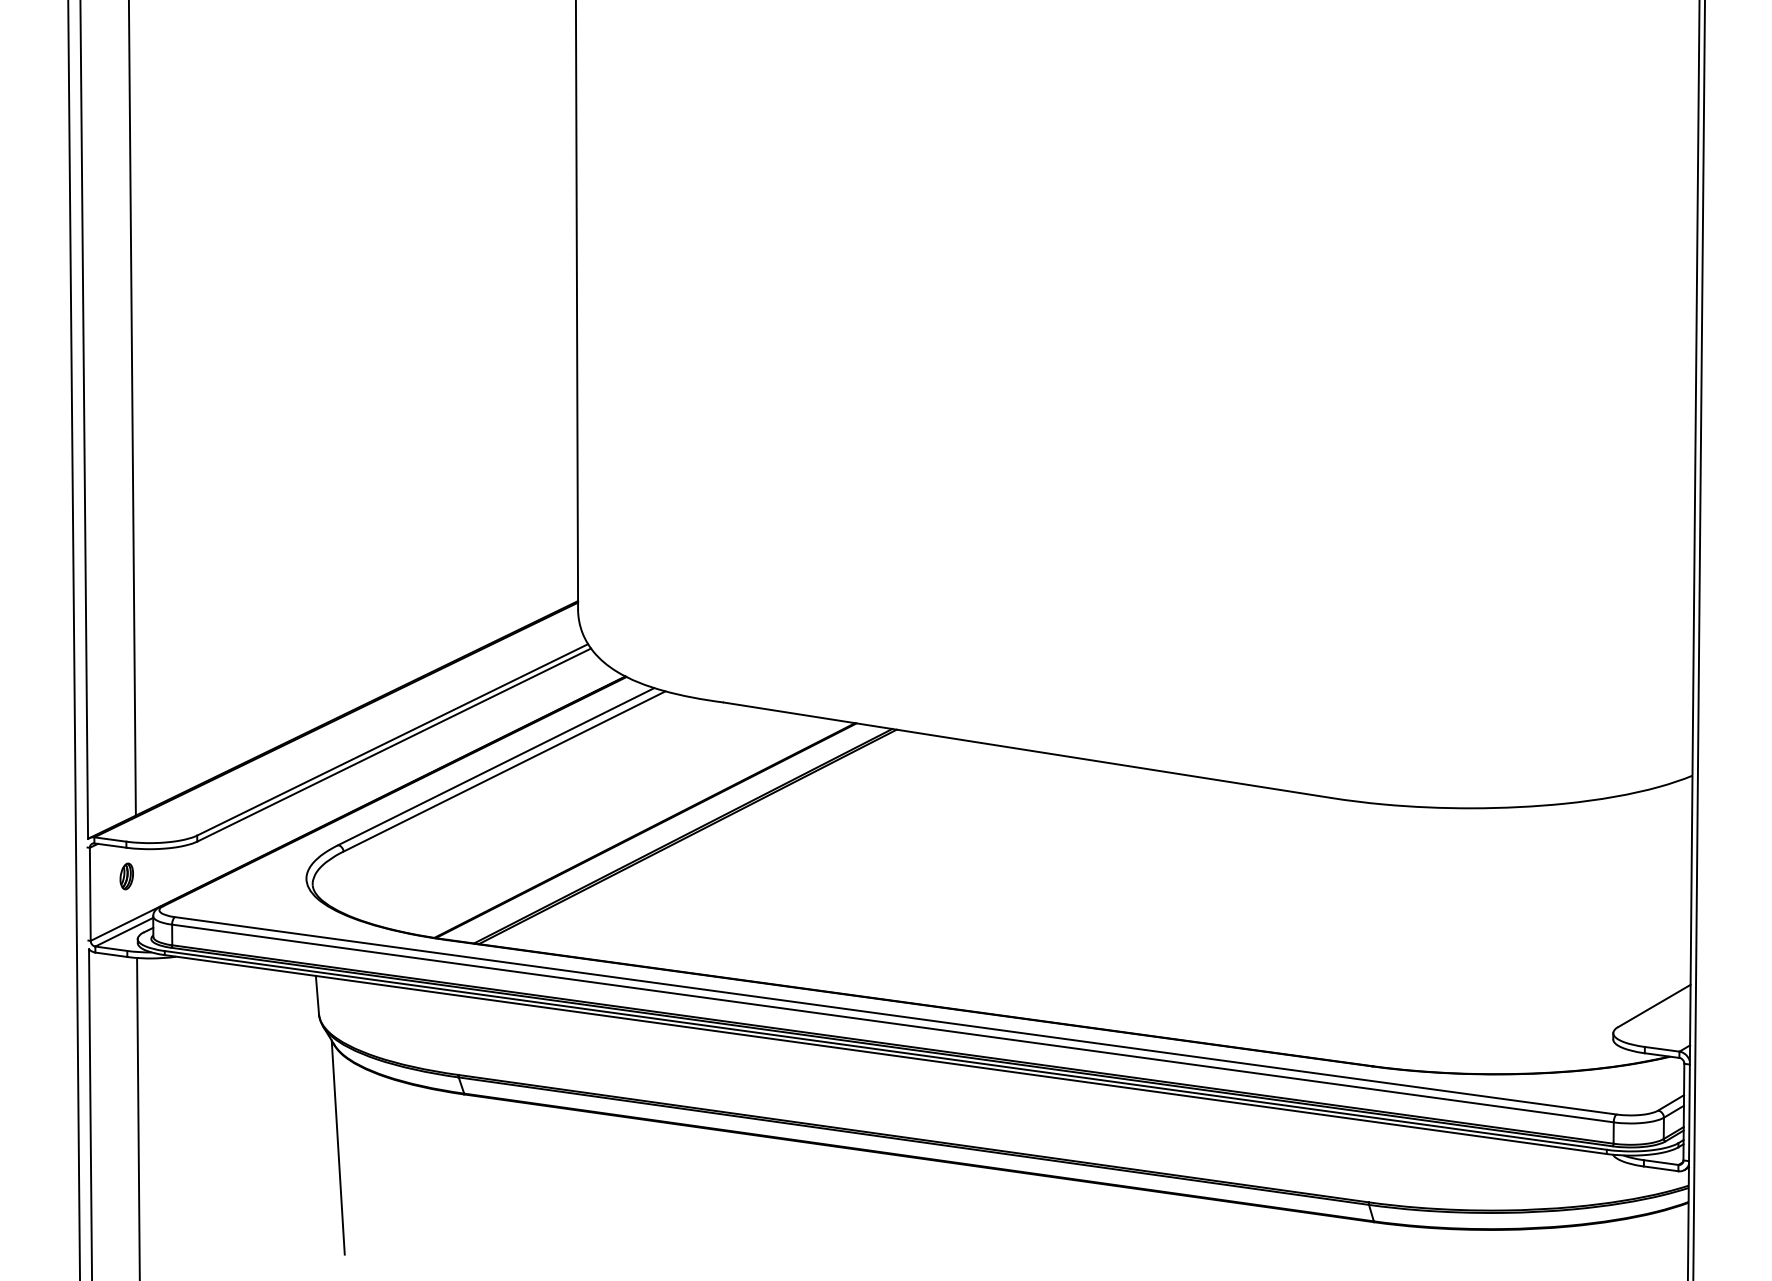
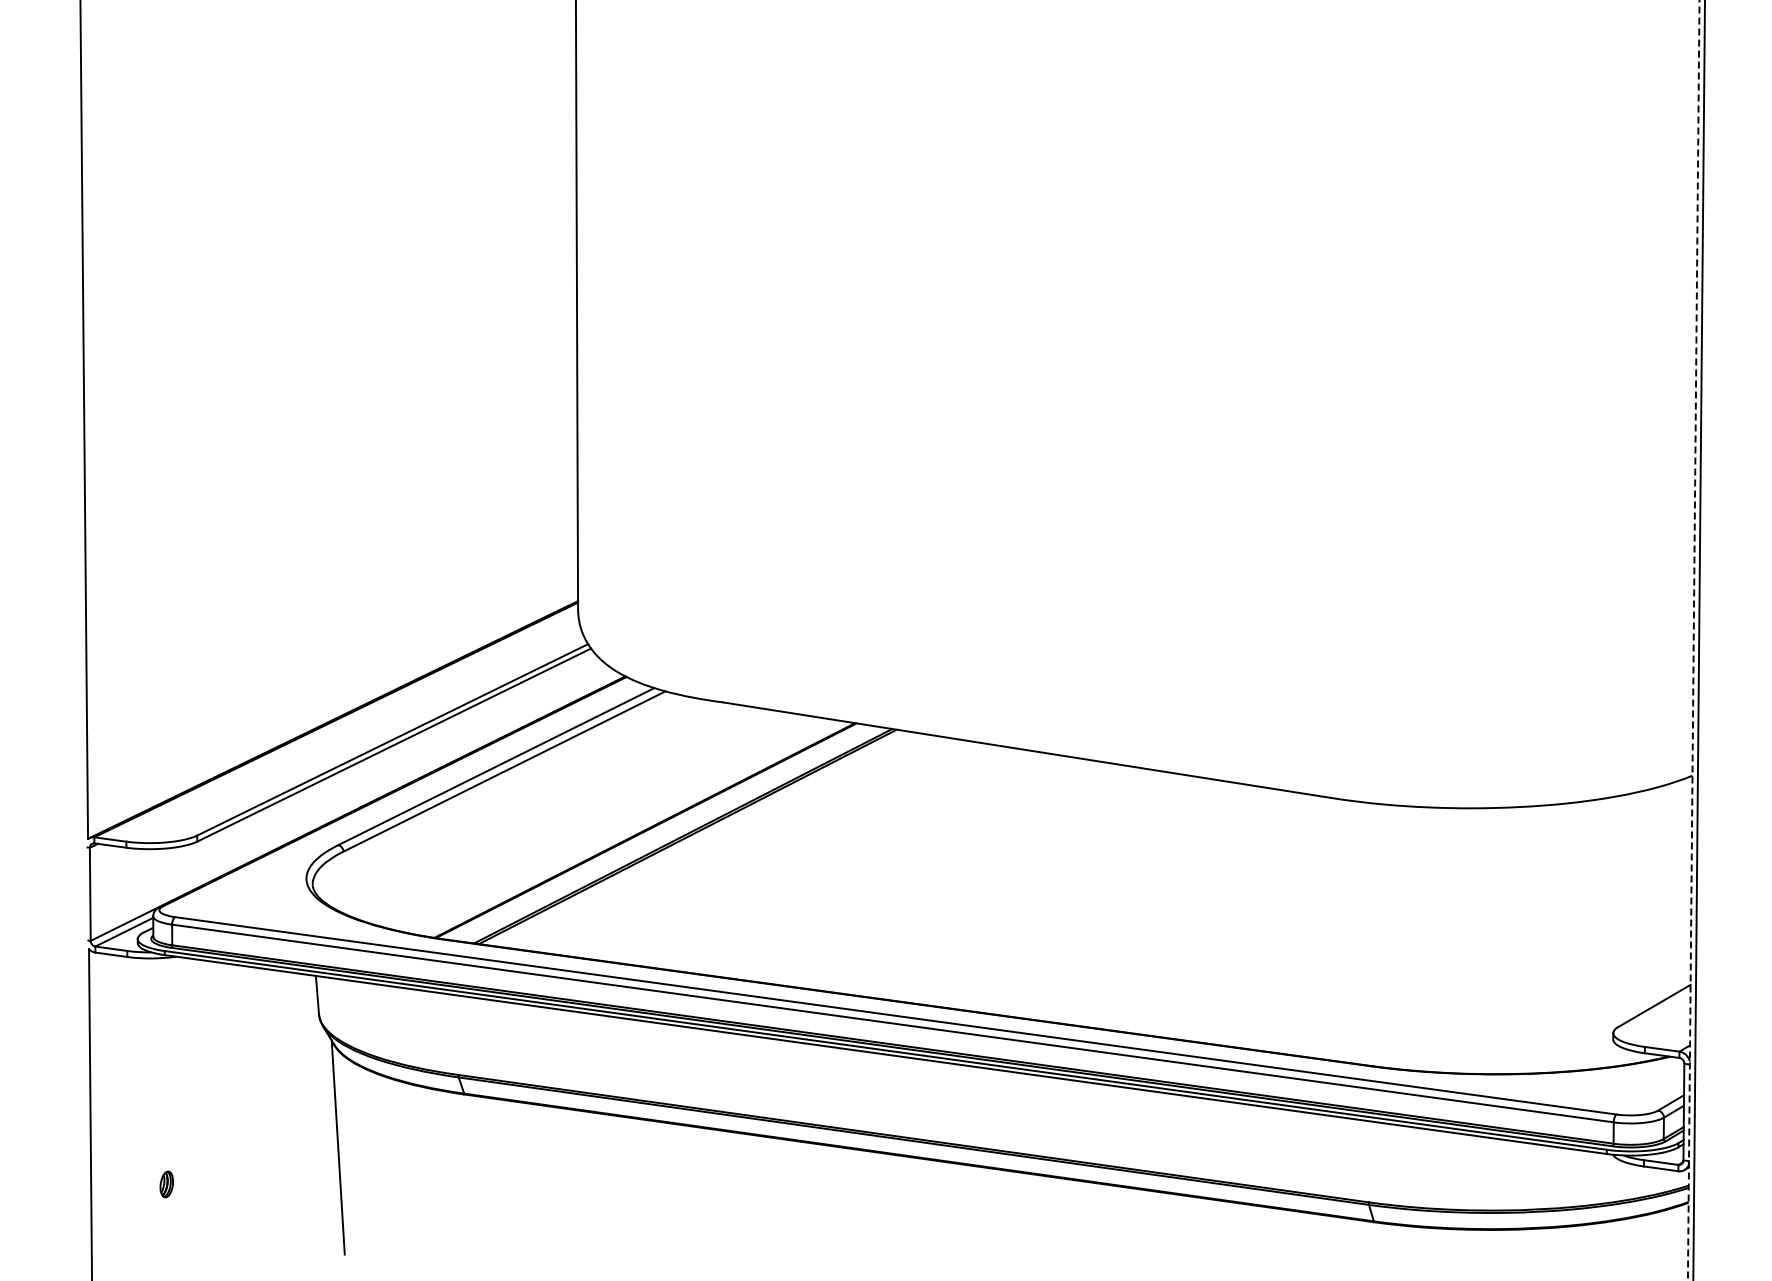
line at (131, 408): present -> none
line at (73, 639): present -> none
line at (1693, 640): solid -> dashed
part at (126, 876) position: (126, 876) -> (166, 1184)
line at (138, 1117): present -> none
